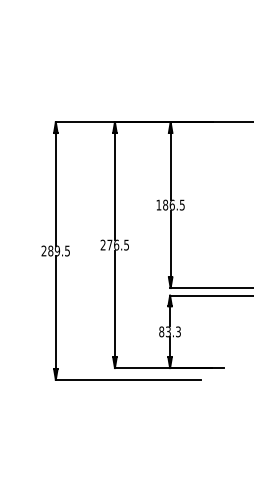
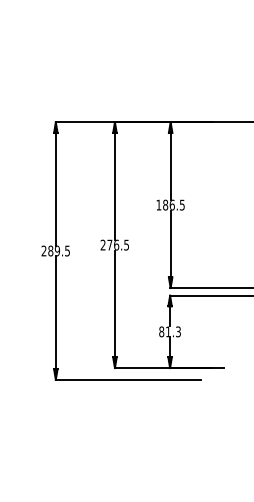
text at (168, 331): 83.3 -> 81.3
